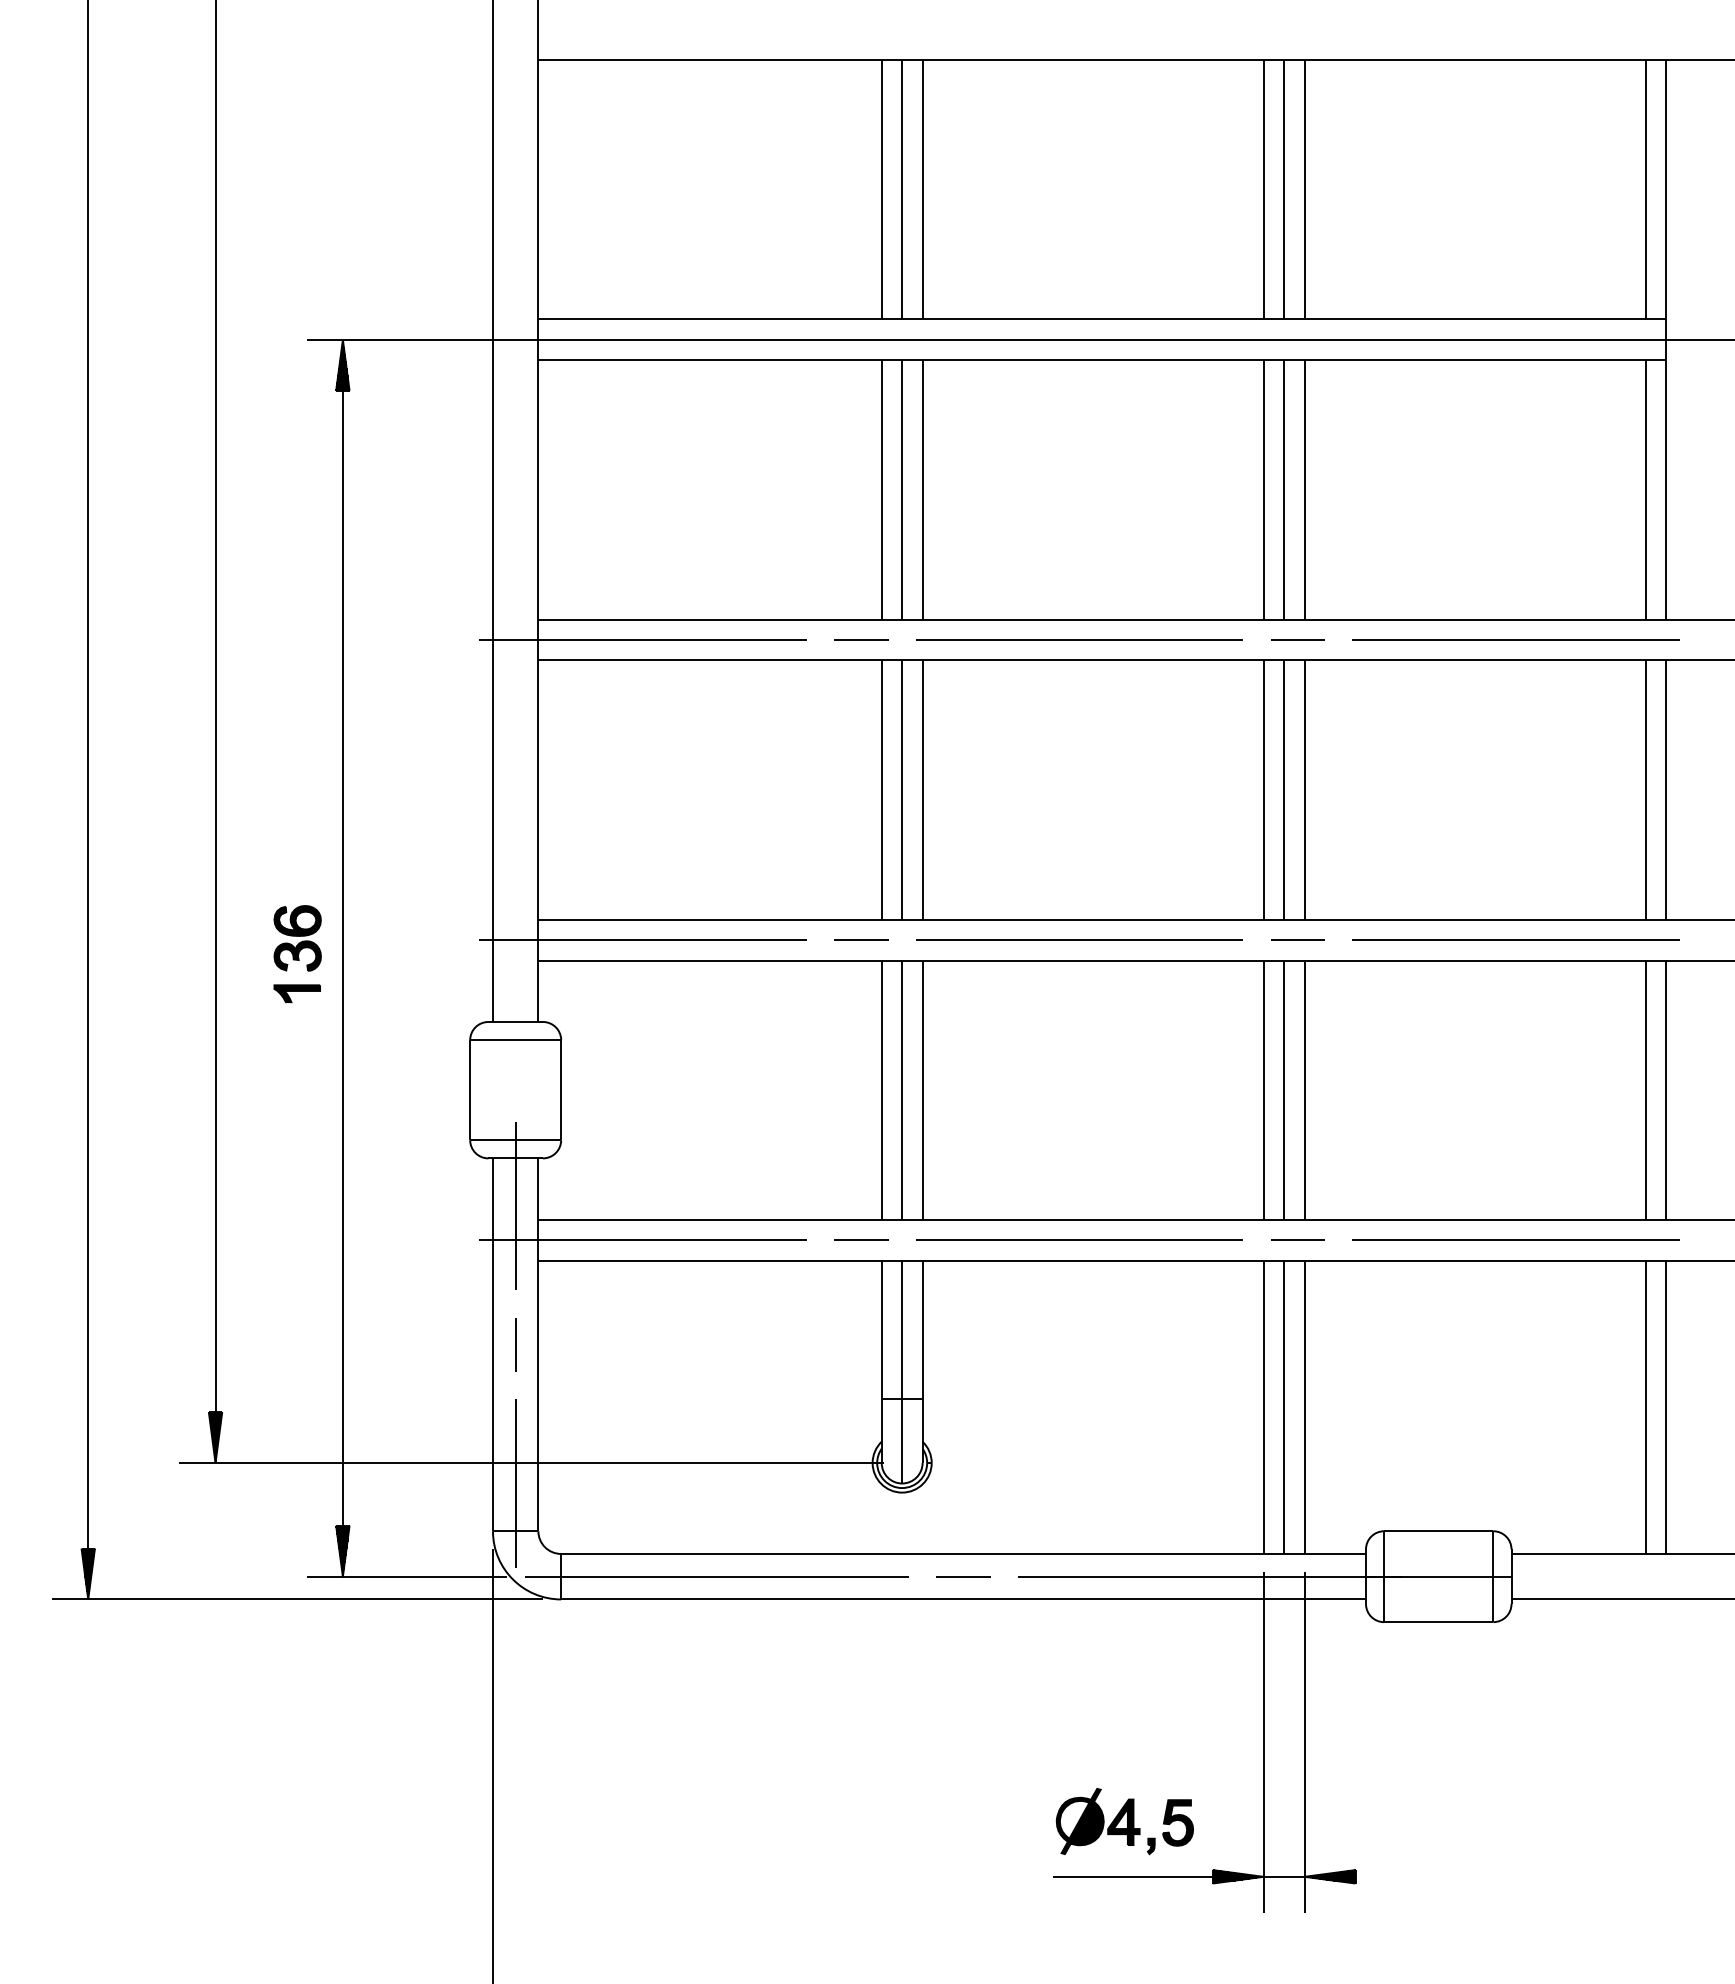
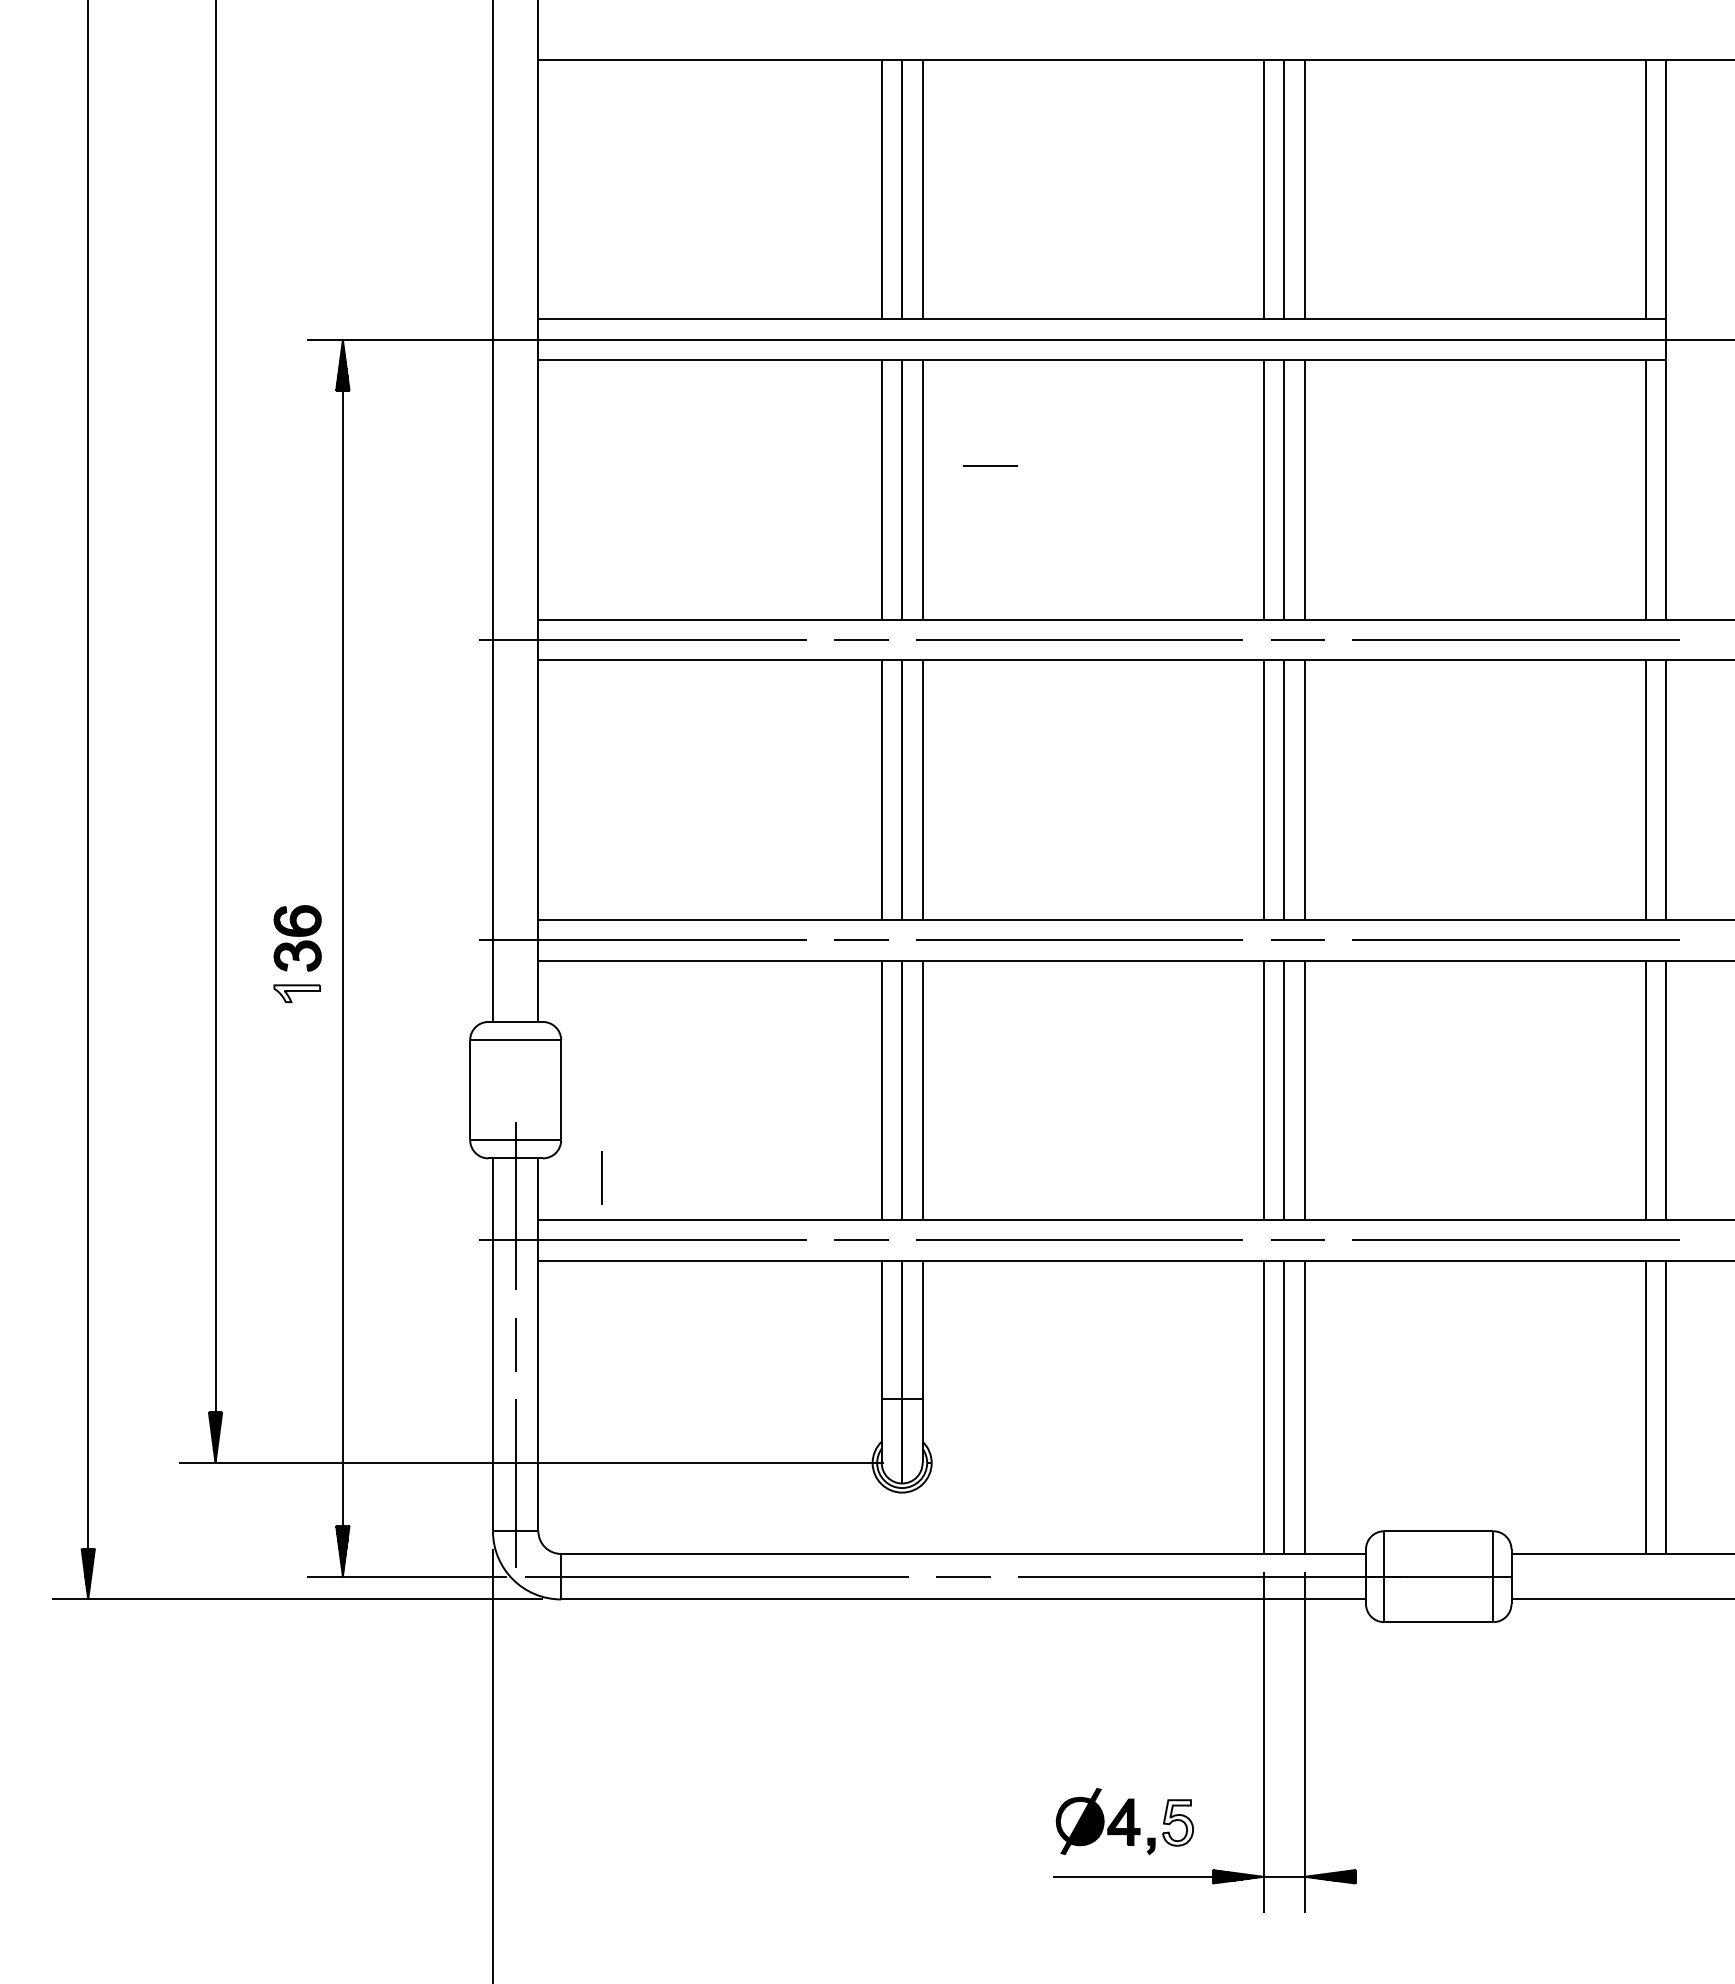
line at (990, 465): none -> present
fill at (297, 993): present -> none
line at (601, 1177): none -> present
fill at (1177, 1822): present -> none
